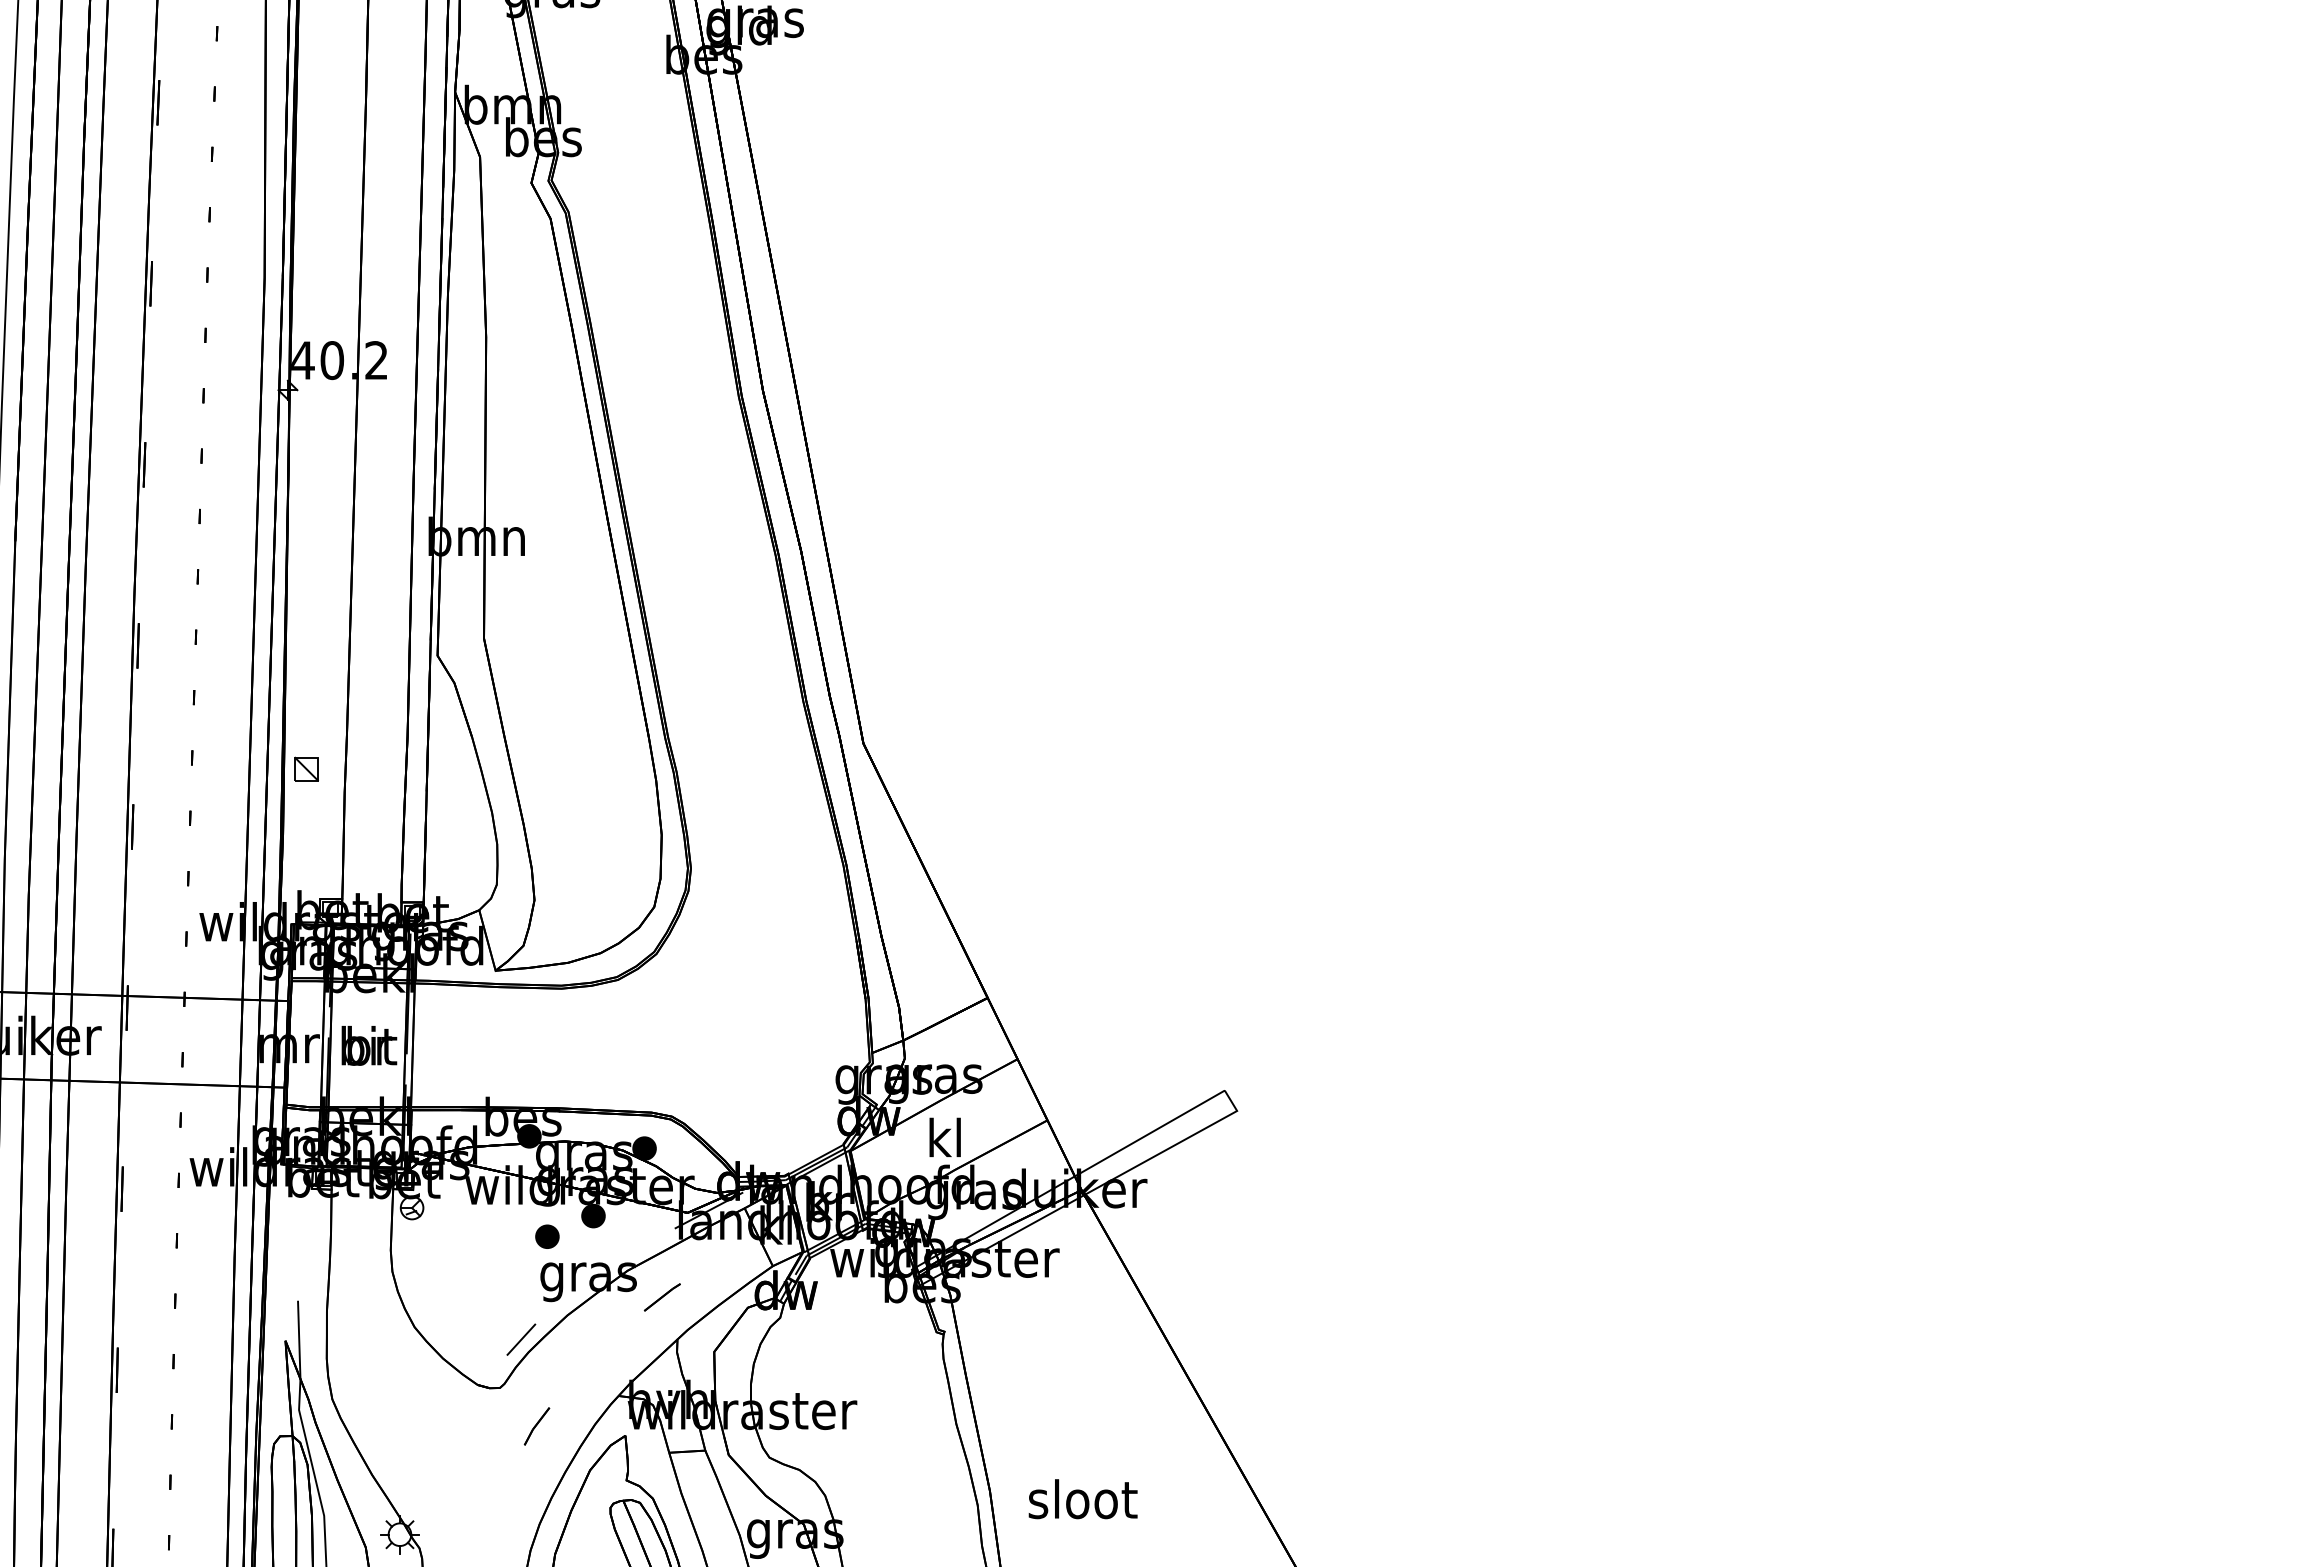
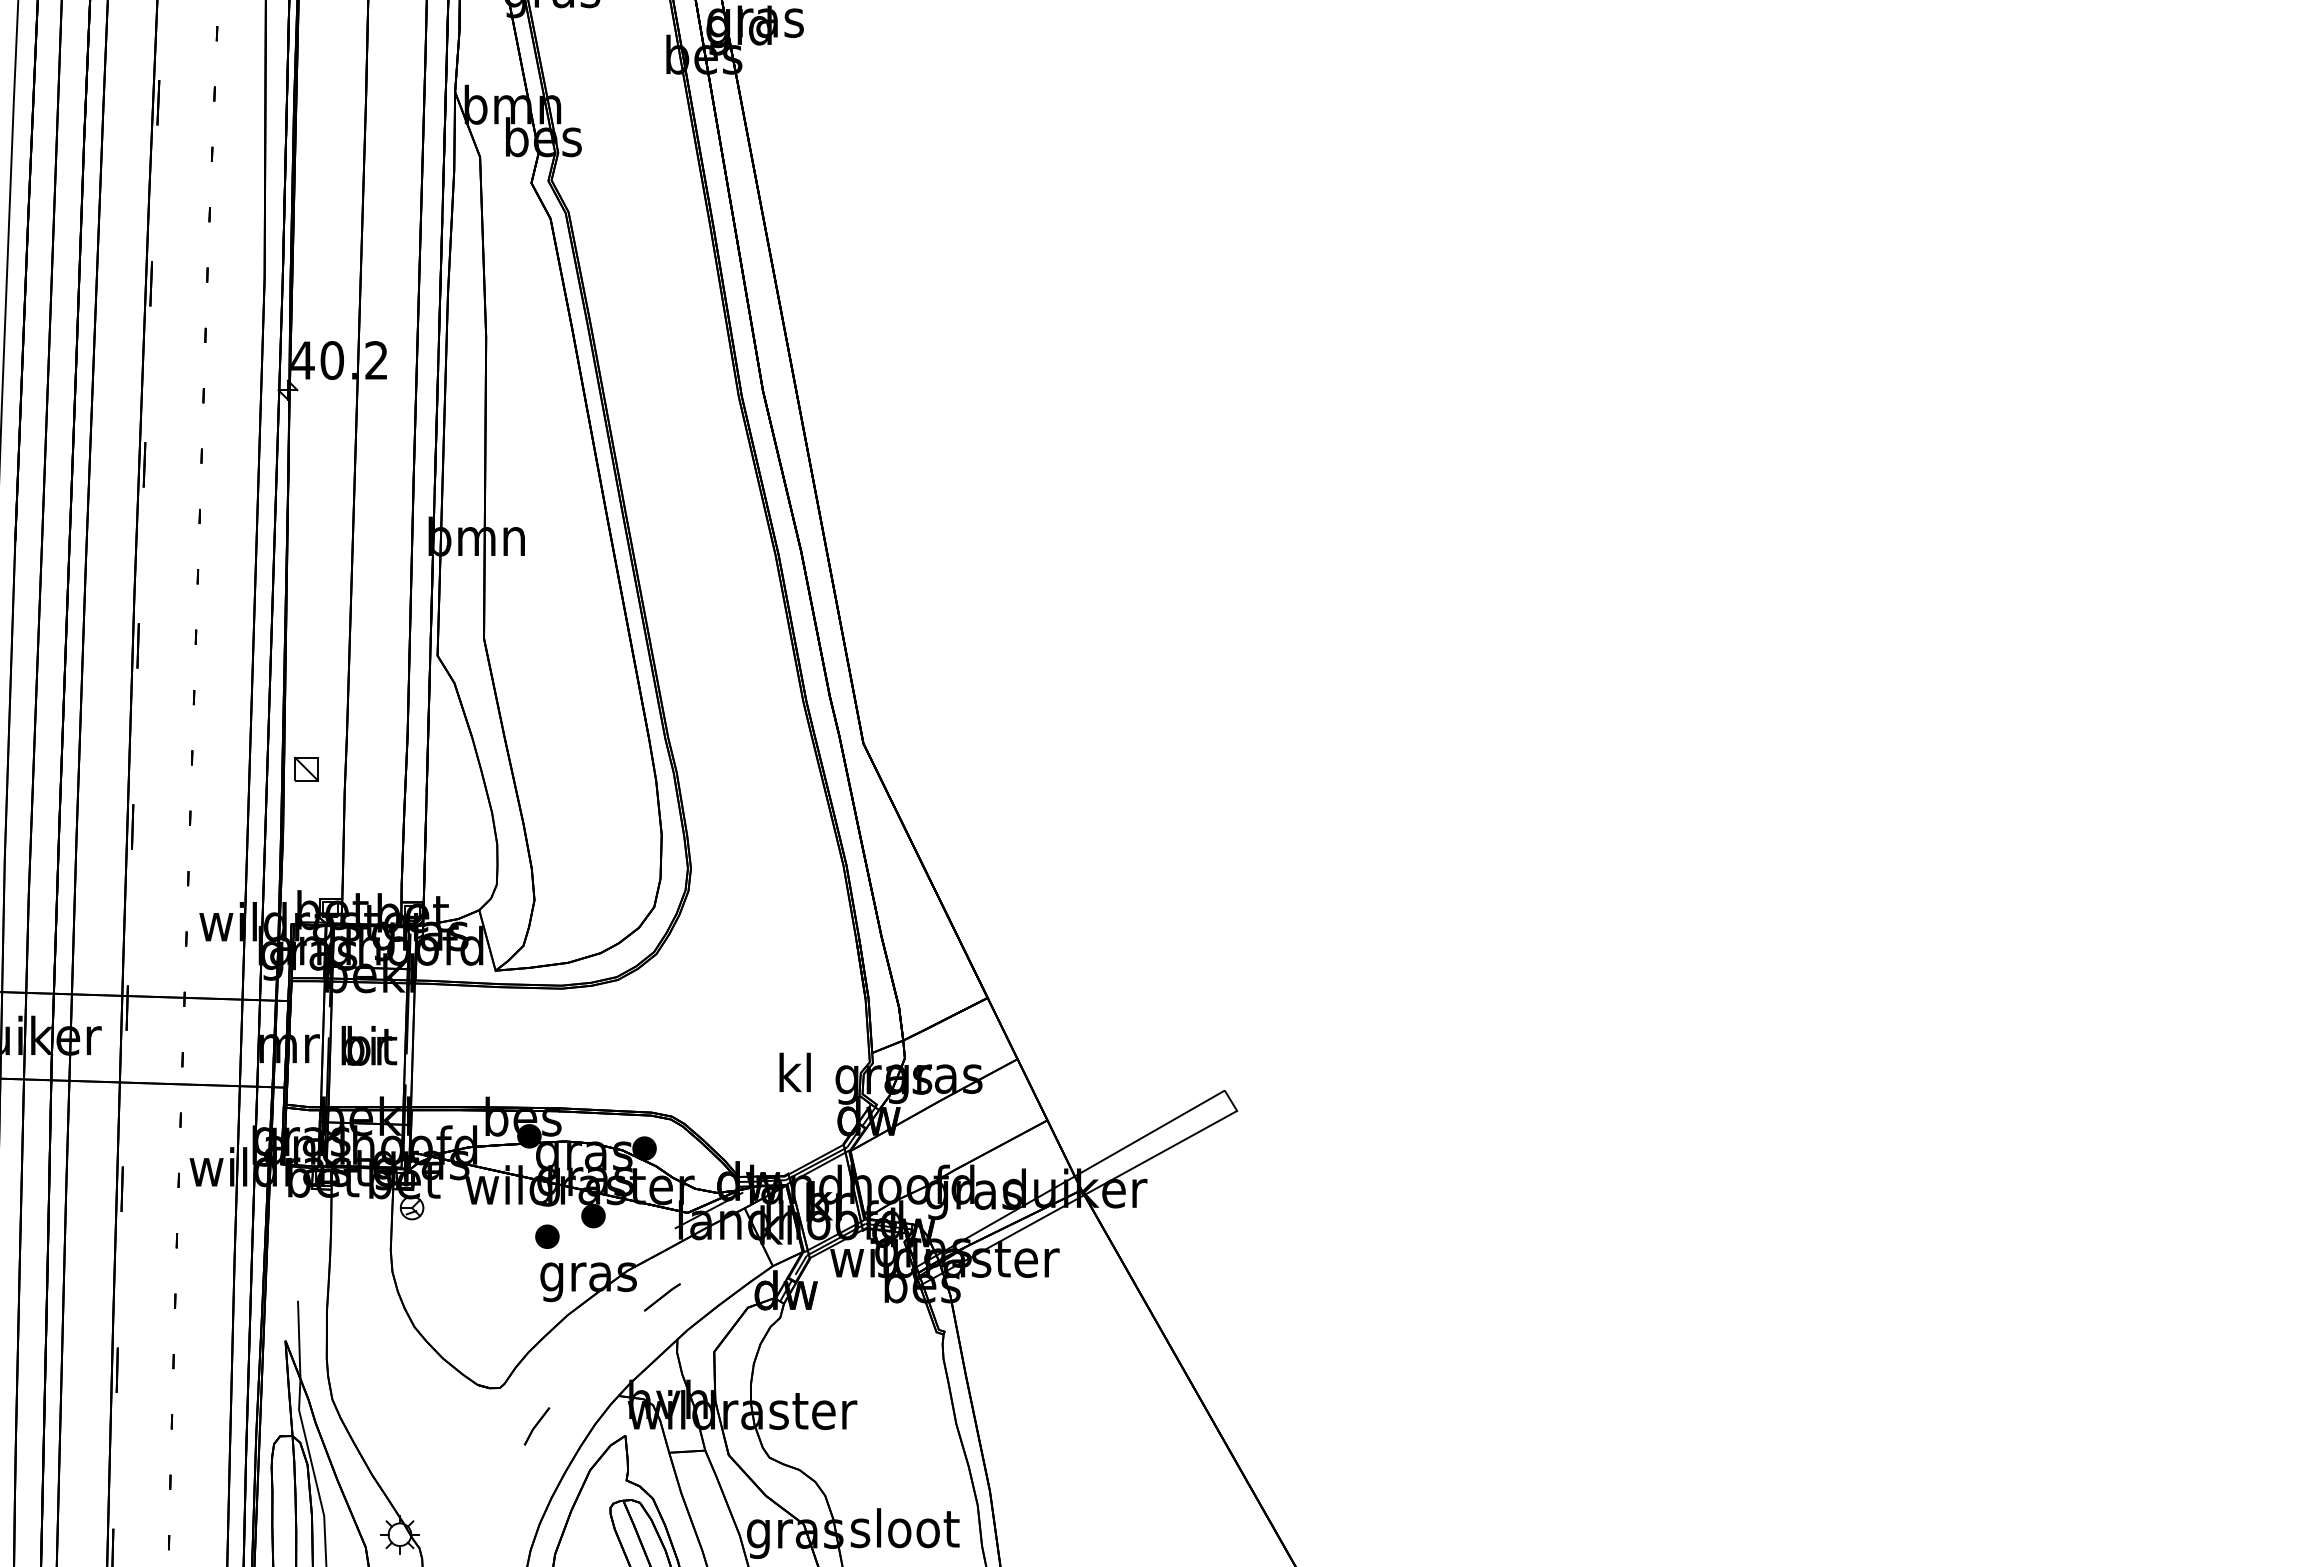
text at (944, 1136) position: (944, 1136) -> (794, 1071)
line at (521, 1339): present -> none
text at (1082, 1499) position: (1082, 1499) -> (904, 1528)
